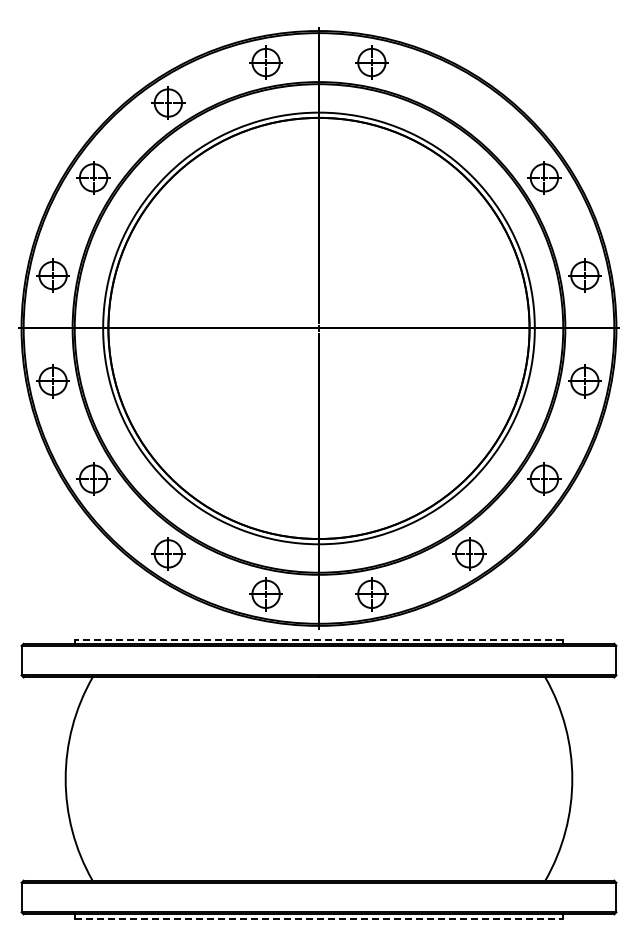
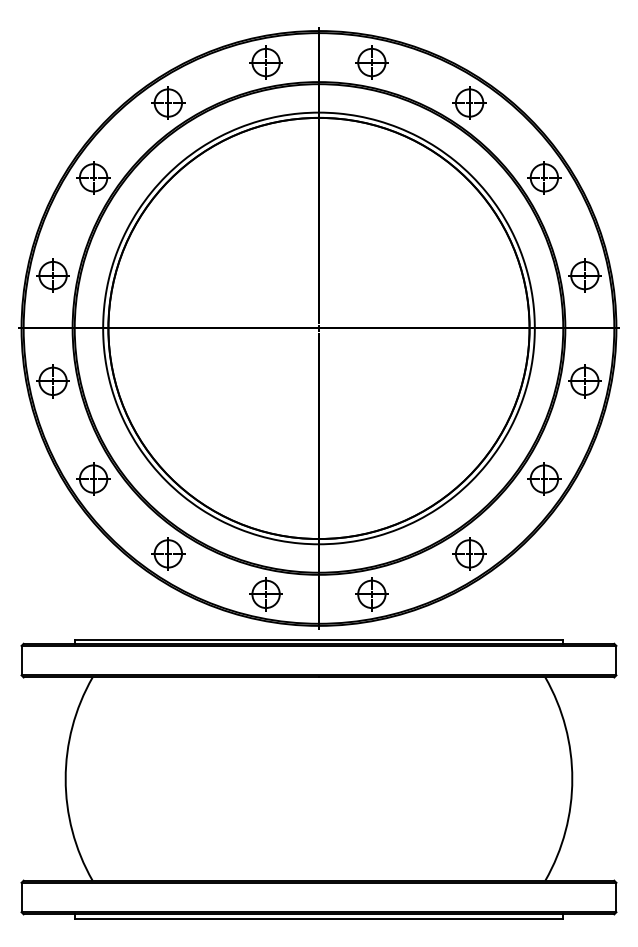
part at (469, 102): none -> present
line at (318, 639): dashed -> solid
line at (319, 918): dashed -> solid
